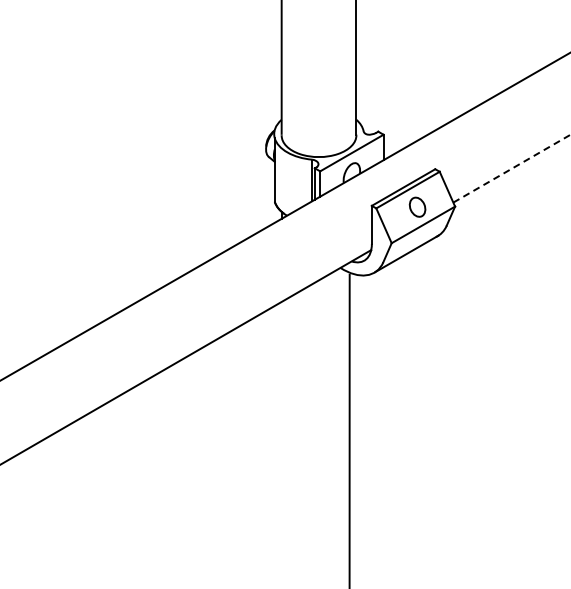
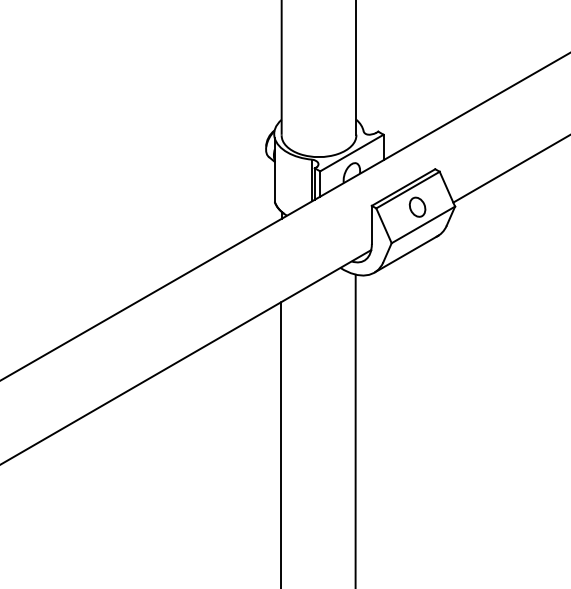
line at (512, 168): dashed -> solid
line at (349, 429) position: (349, 429) -> (355, 429)
line at (280, 443): none -> present
